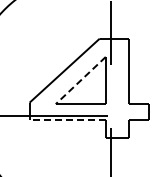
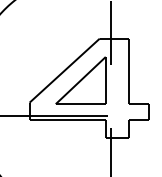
line at (80, 80): dashed -> solid
line at (67, 120): dashed -> solid
